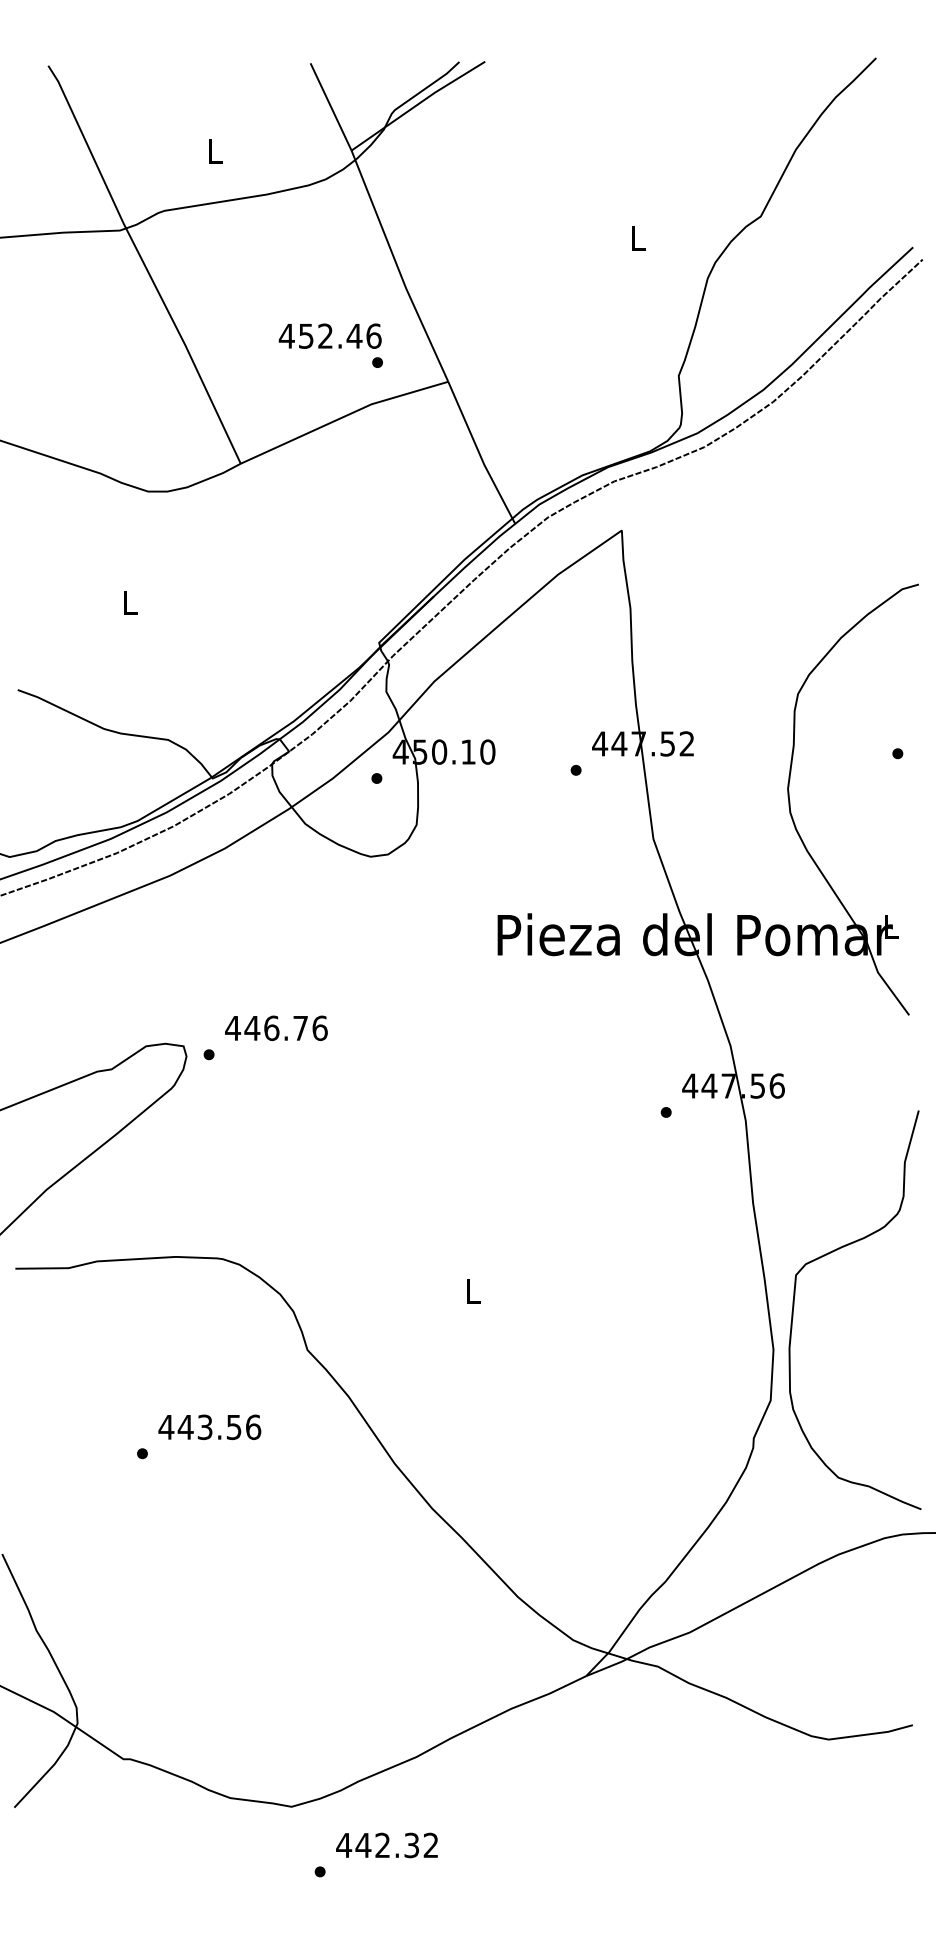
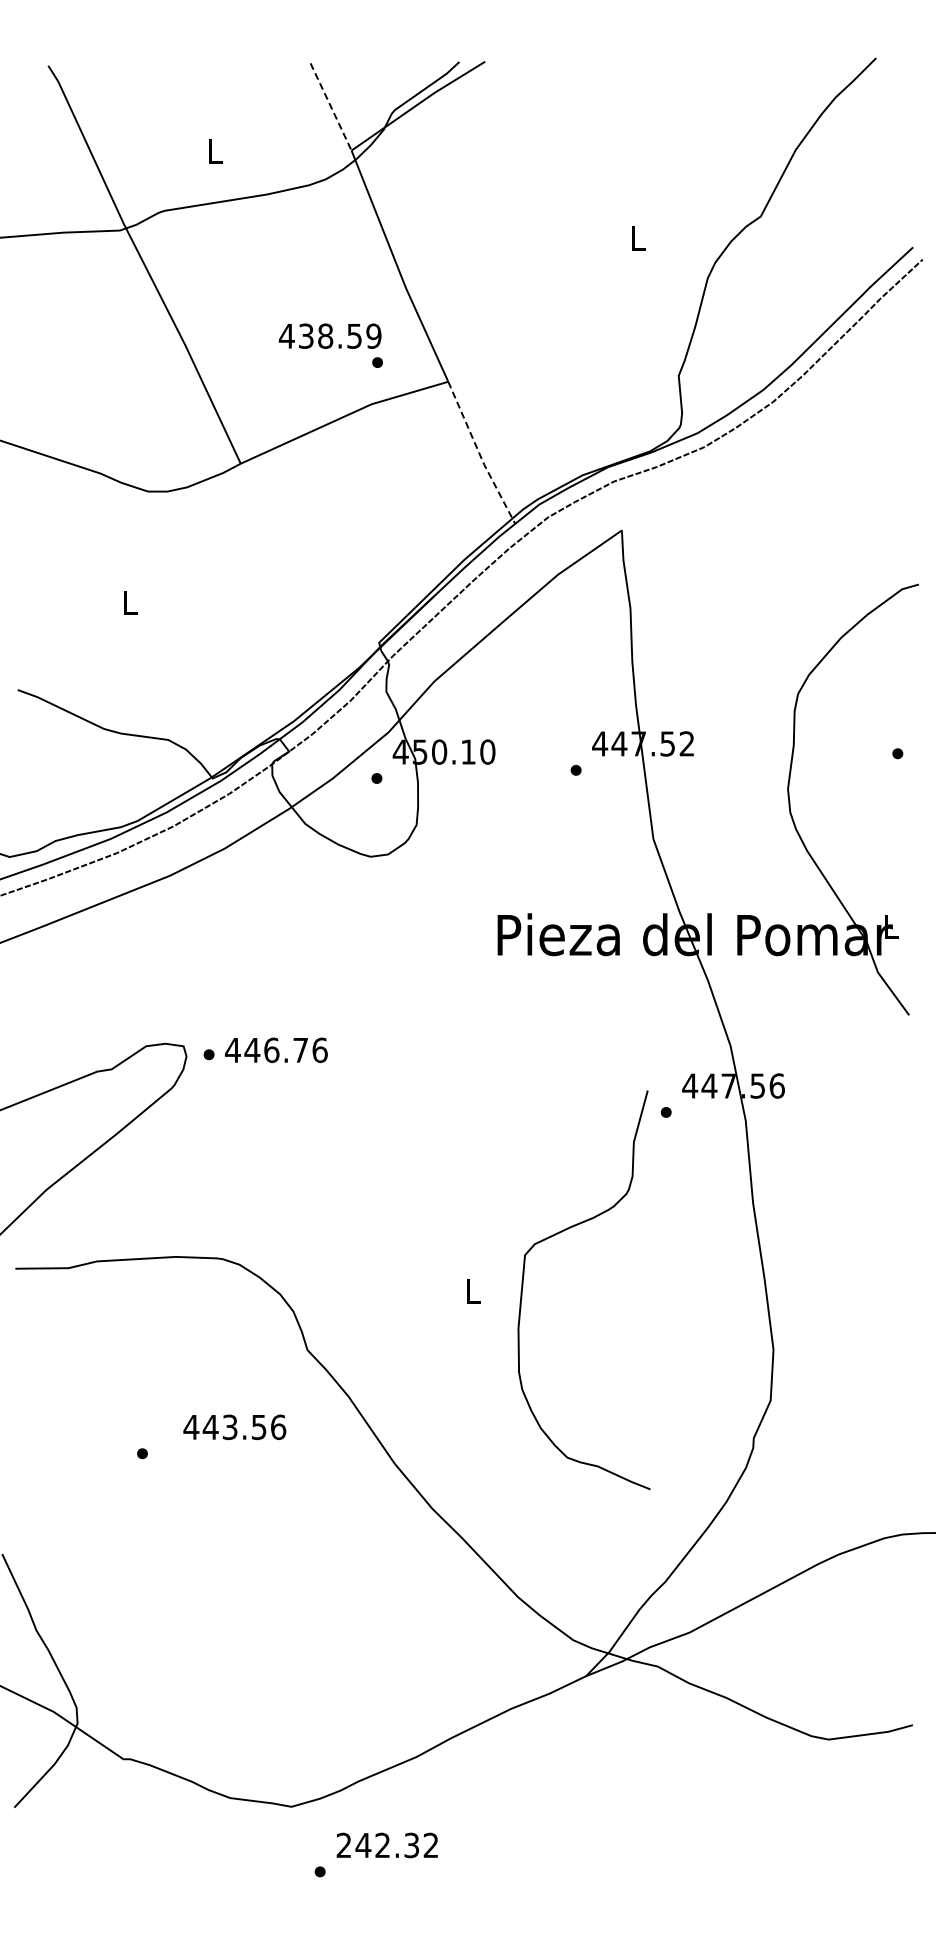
line at (331, 107): solid -> dashed
text at (340, 335): 452.46 -> 438.59
line at (479, 454): solid -> dashed
text at (276, 1027) position: (276, 1027) -> (276, 1049)
curve at (794, 1307) position: (794, 1307) -> (523, 1287)
text at (209, 1427) position: (209, 1427) -> (234, 1427)
text at (344, 1844): 442.32 -> 242.32
